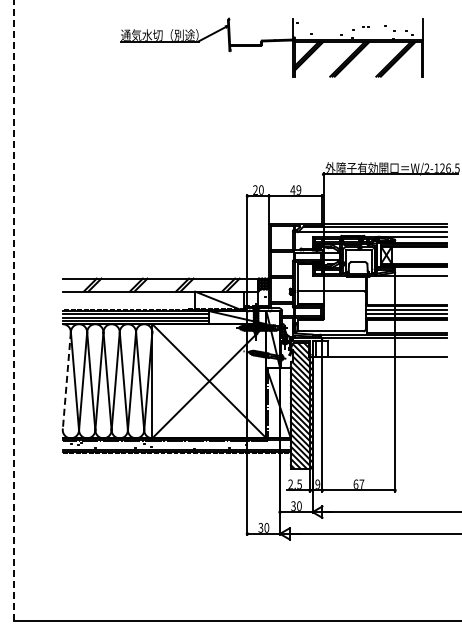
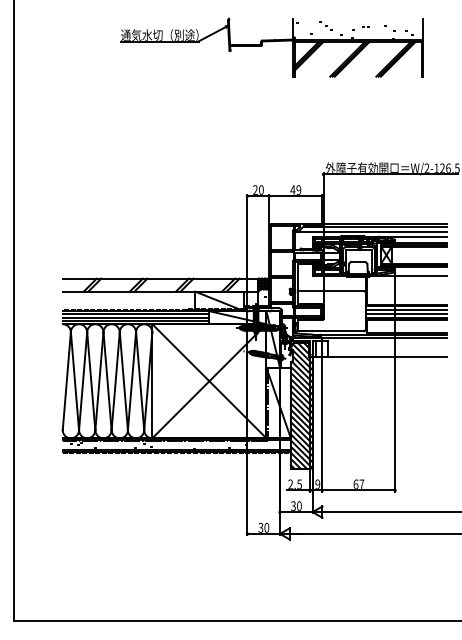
part at (325, 25): none -> present
line at (13, 310): dashed -> solid
line at (66, 381): dashed -> solid
